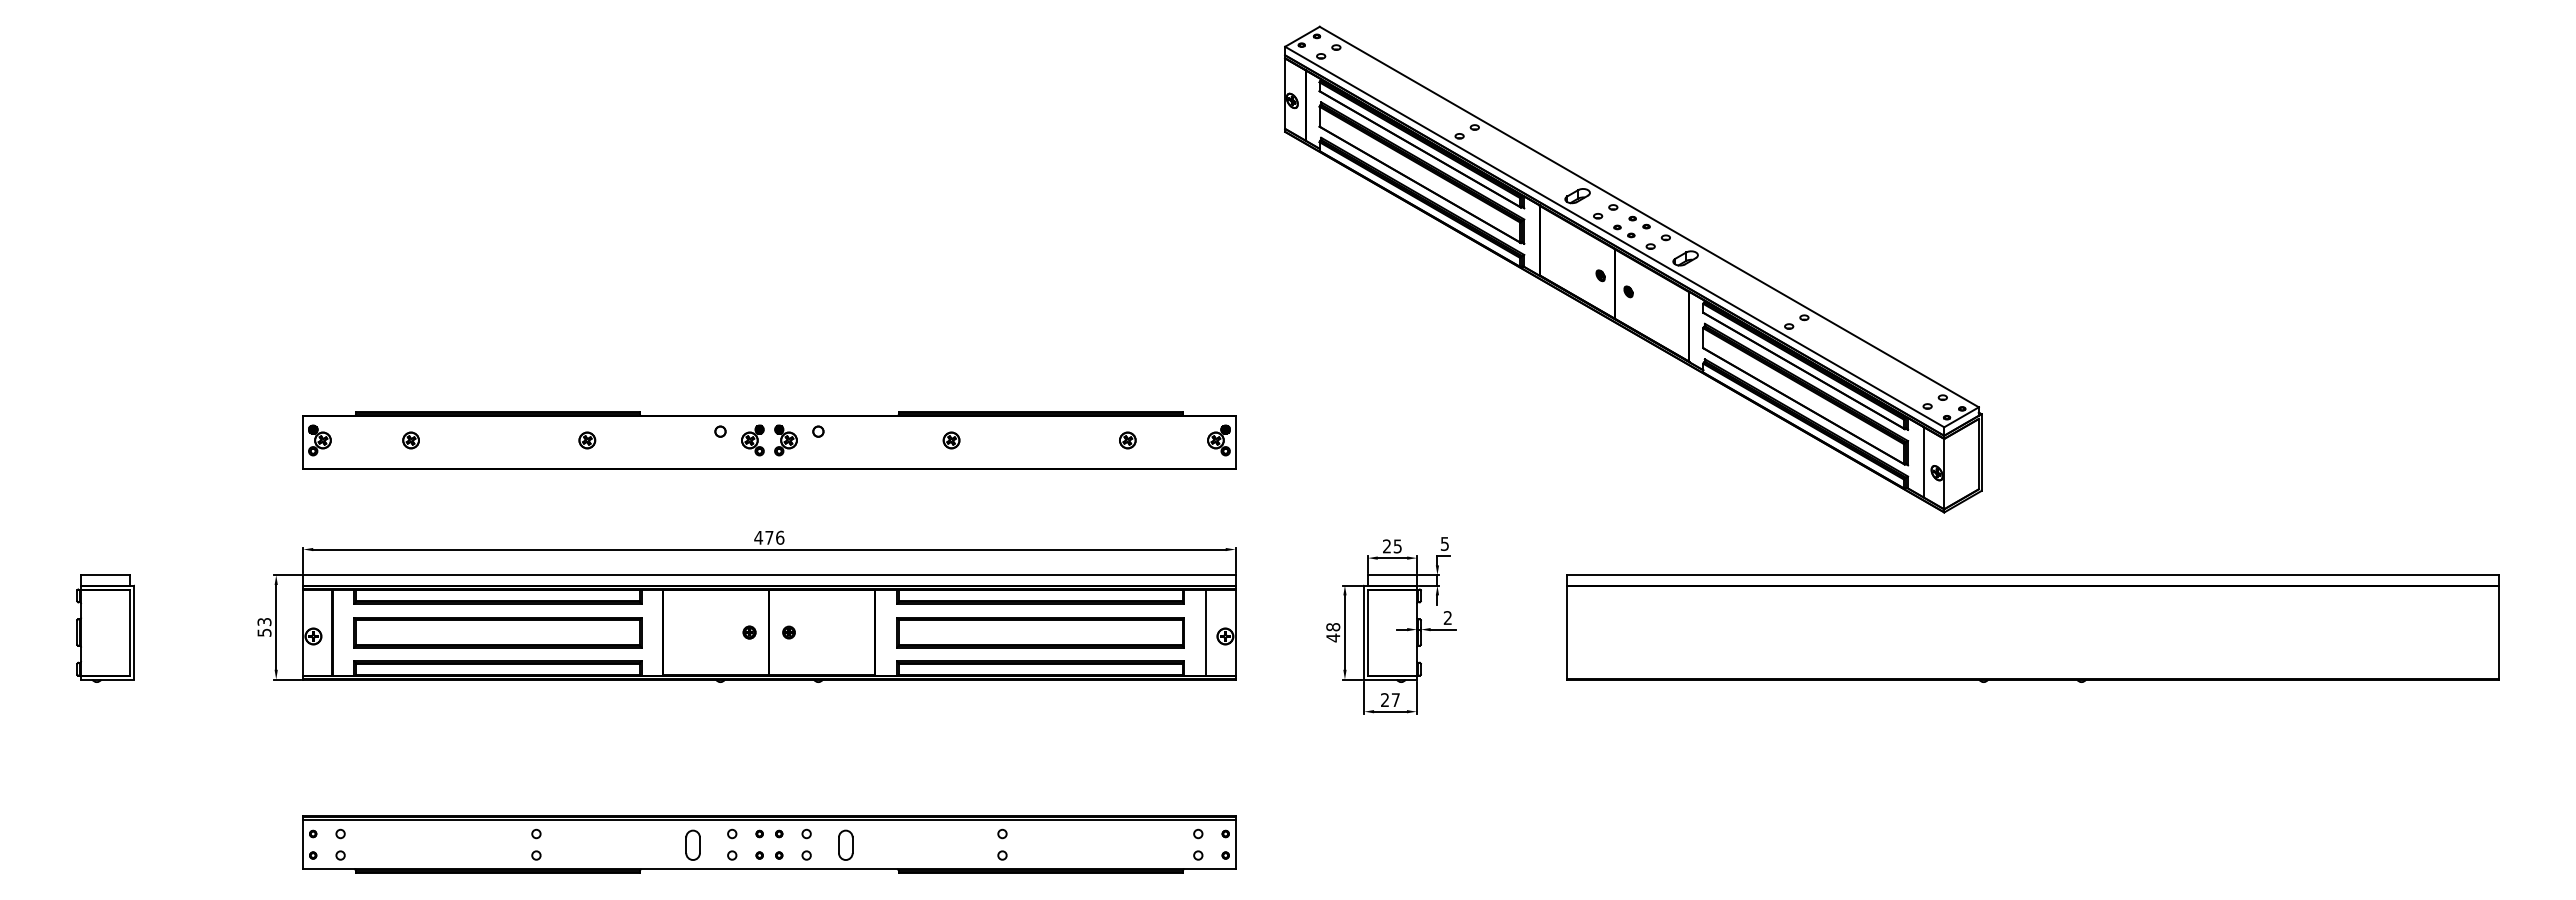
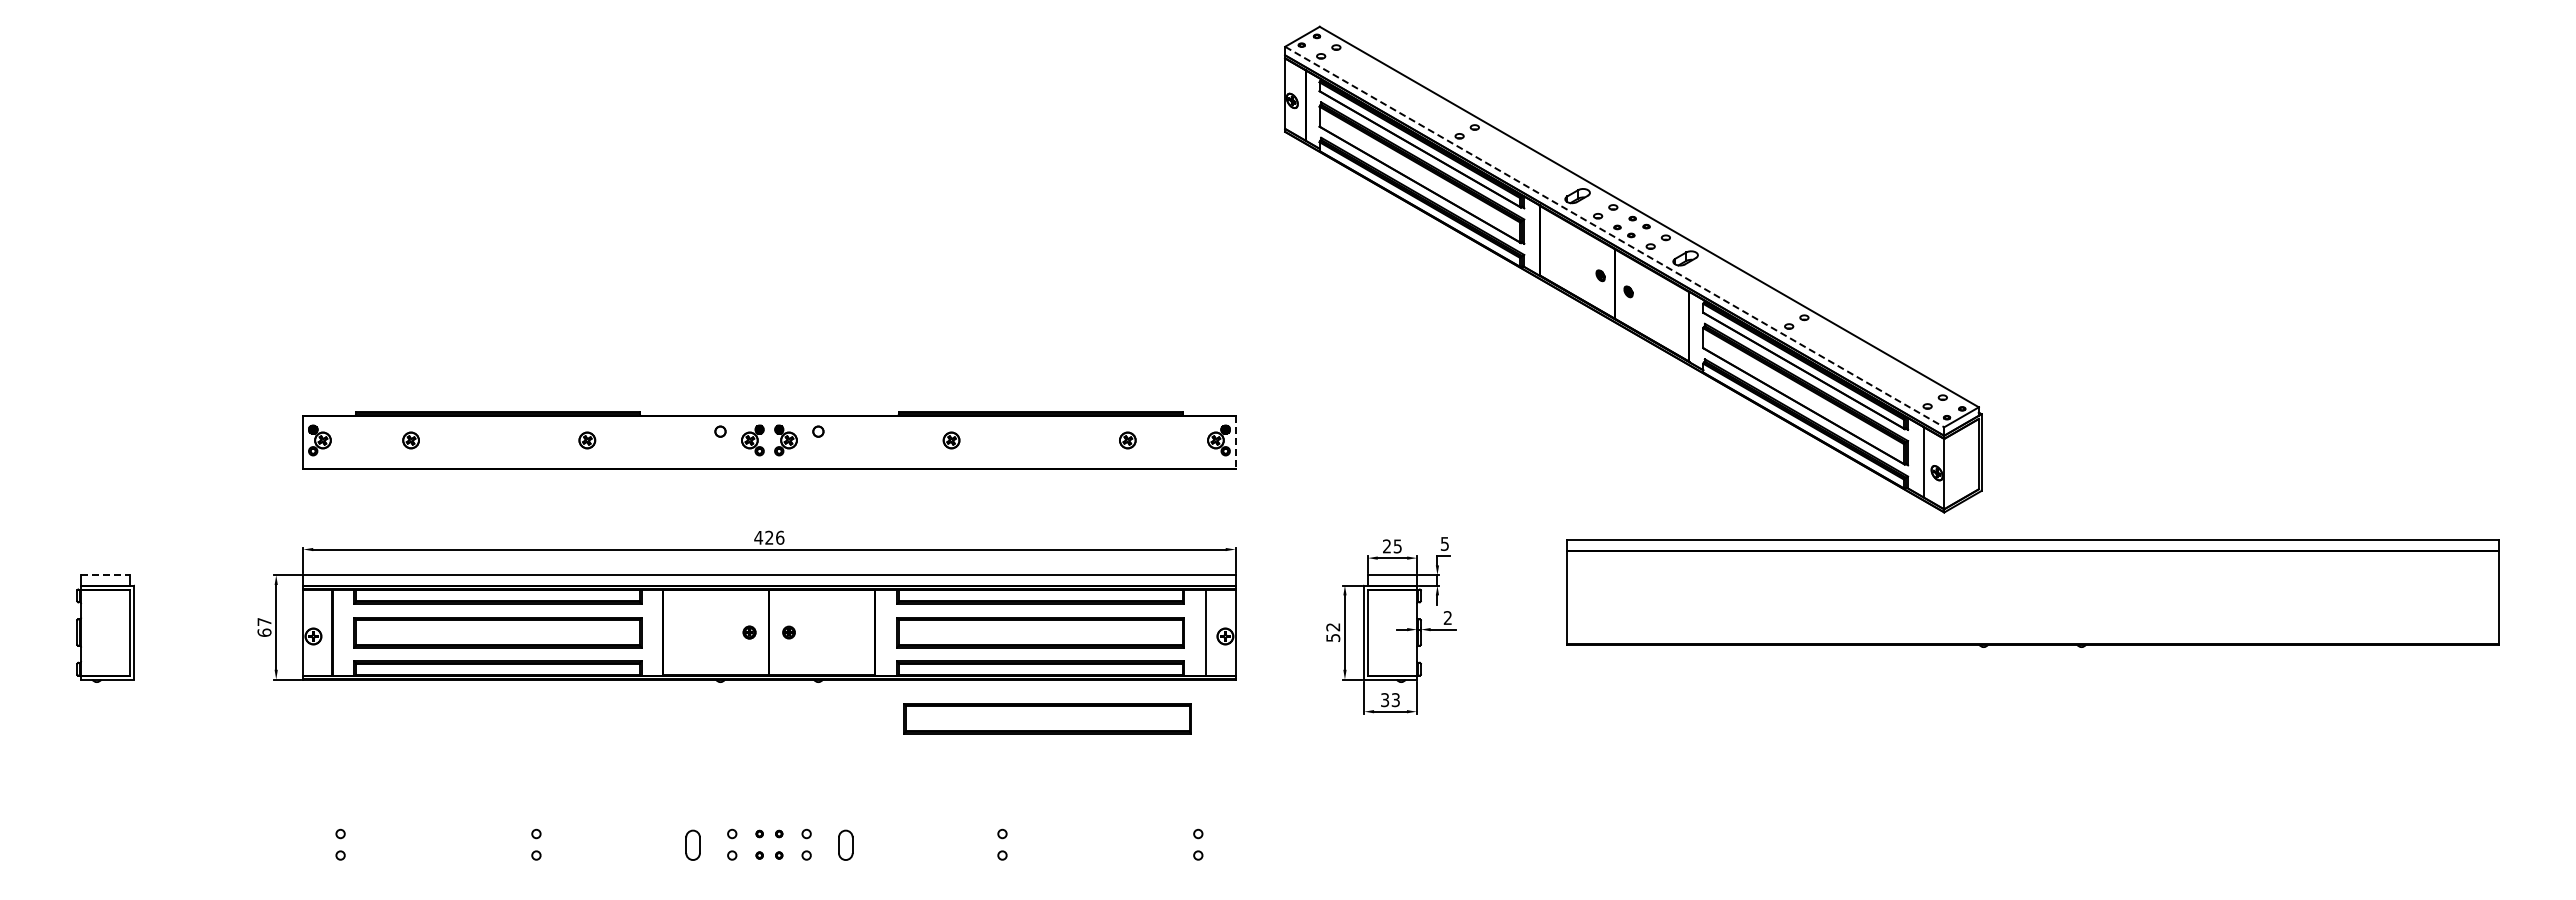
line at (1614, 237): solid -> dashed
line at (1235, 442): solid -> dashed
text at (769, 537): 476 -> 426
line at (106, 575): solid -> dashed
text at (264, 627): 53 -> 67
part at (2032, 628) position: (2032, 628) -> (2032, 593)
text at (1333, 632): 48 -> 52
text at (1390, 700): 27 -> 33
part at (1047, 718): none -> present
part at (769, 844): present -> none
